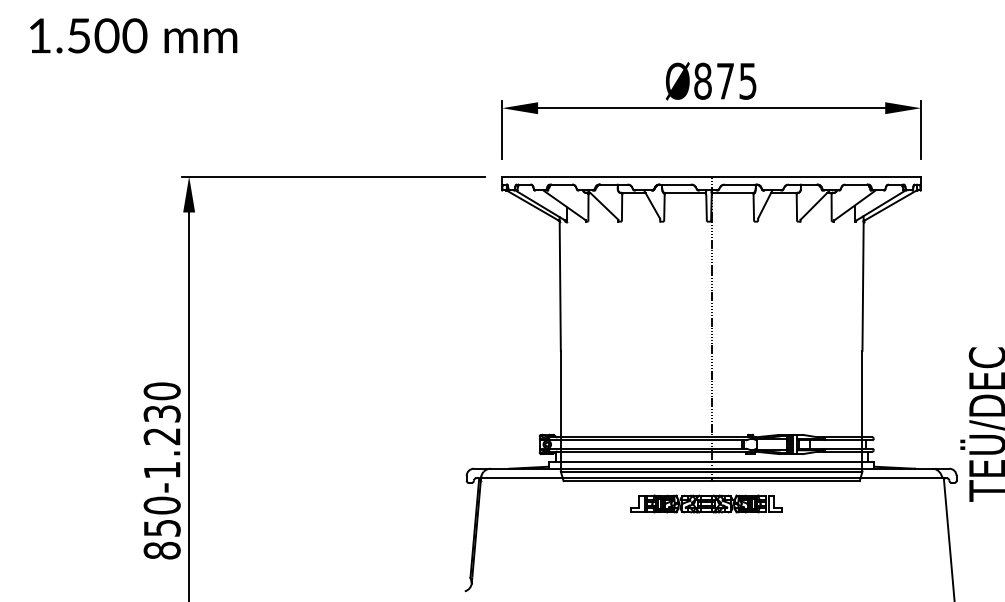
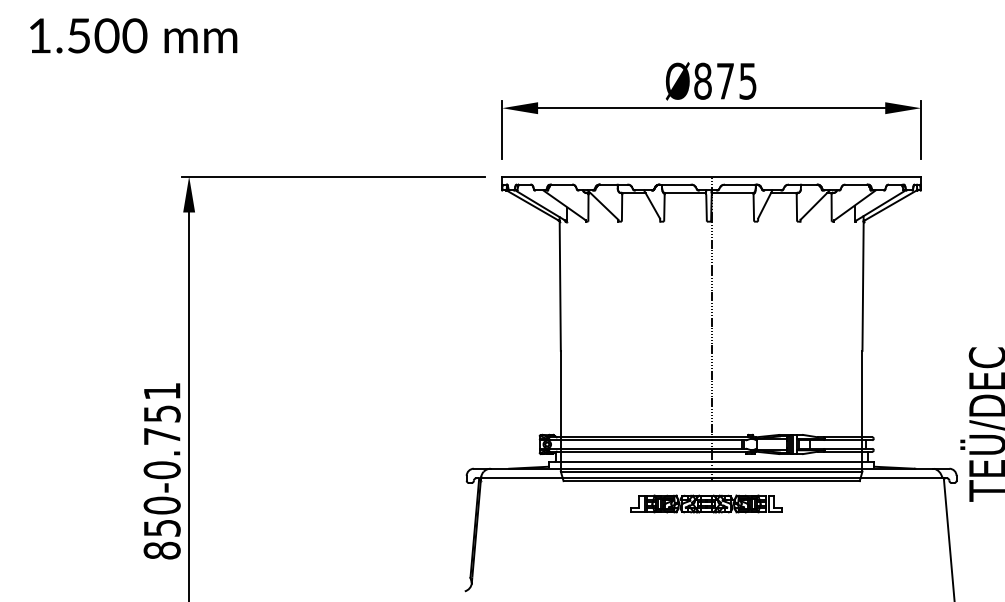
text at (161, 430): 850-1.230 -> 850-0.751
